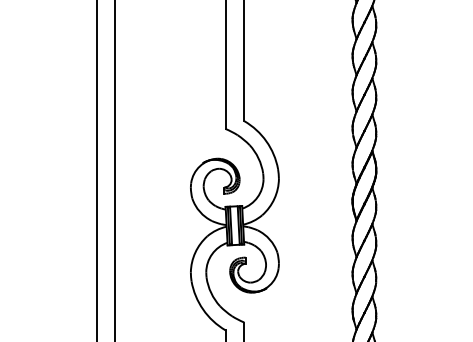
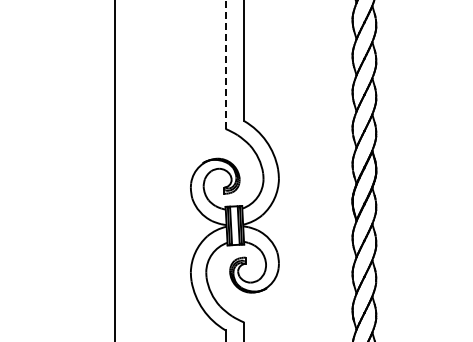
line at (225, 64): solid -> dashed
line at (96, 170): present -> none
